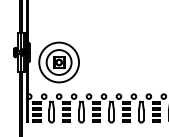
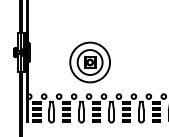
part at (58, 62) position: (58, 62) -> (89, 62)
